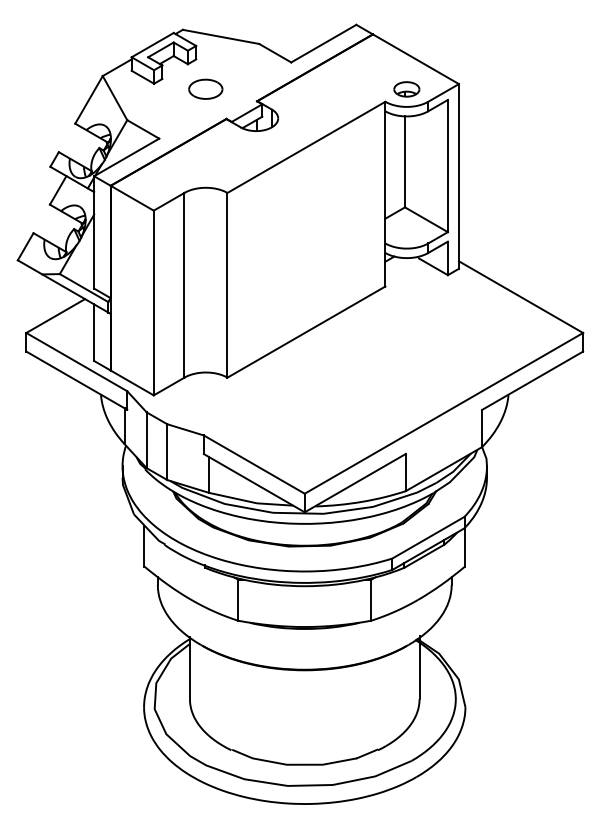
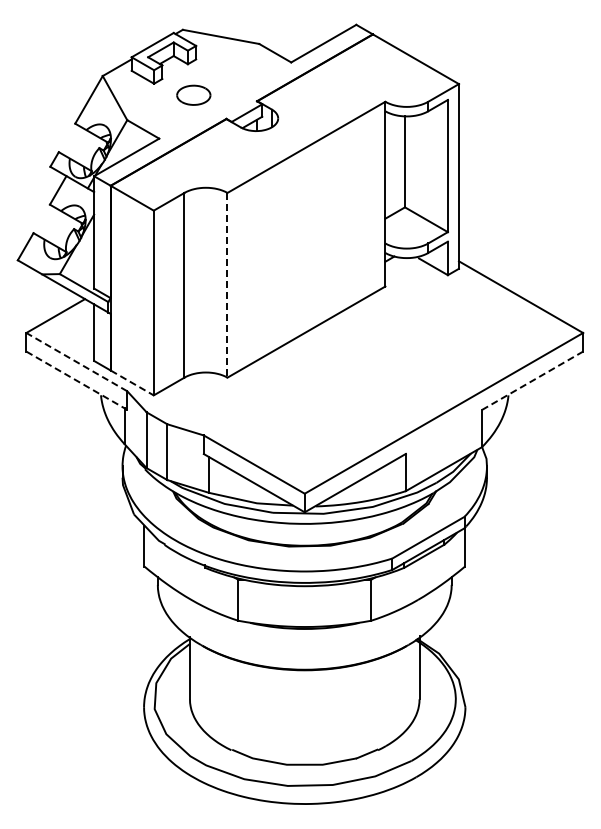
part at (205, 88) position: (205, 88) -> (193, 94)
part at (406, 89): present -> none
line at (227, 285): solid -> dashed
line at (76, 361): solid -> dashed
line at (77, 380): solid -> dashed
line at (533, 380): solid -> dashed
line at (132, 382): solid -> dashed
